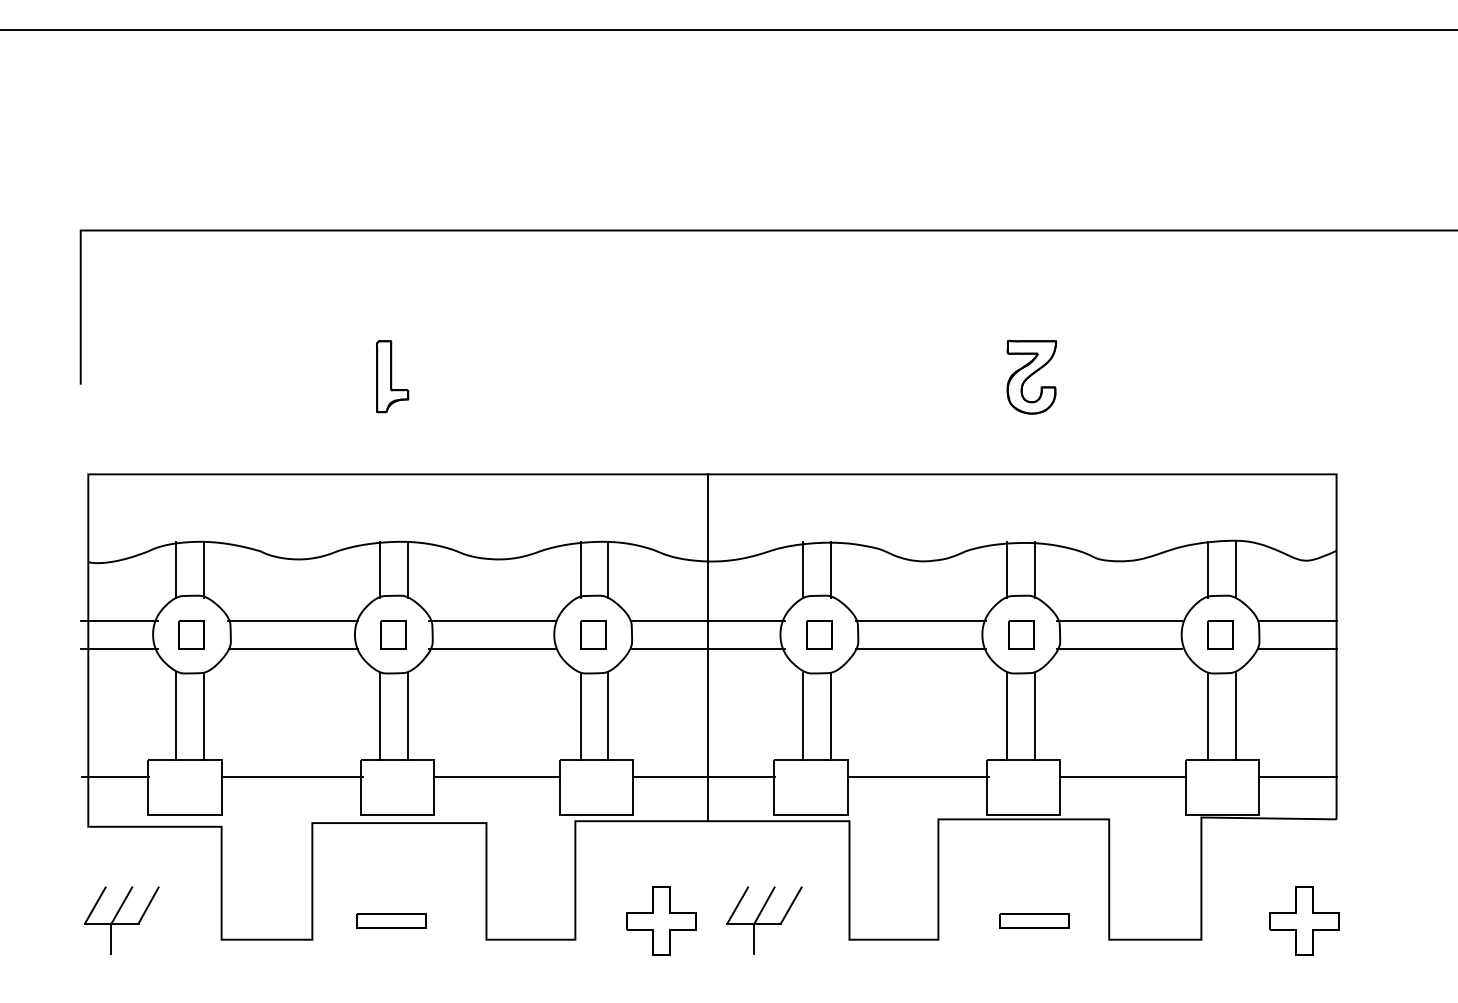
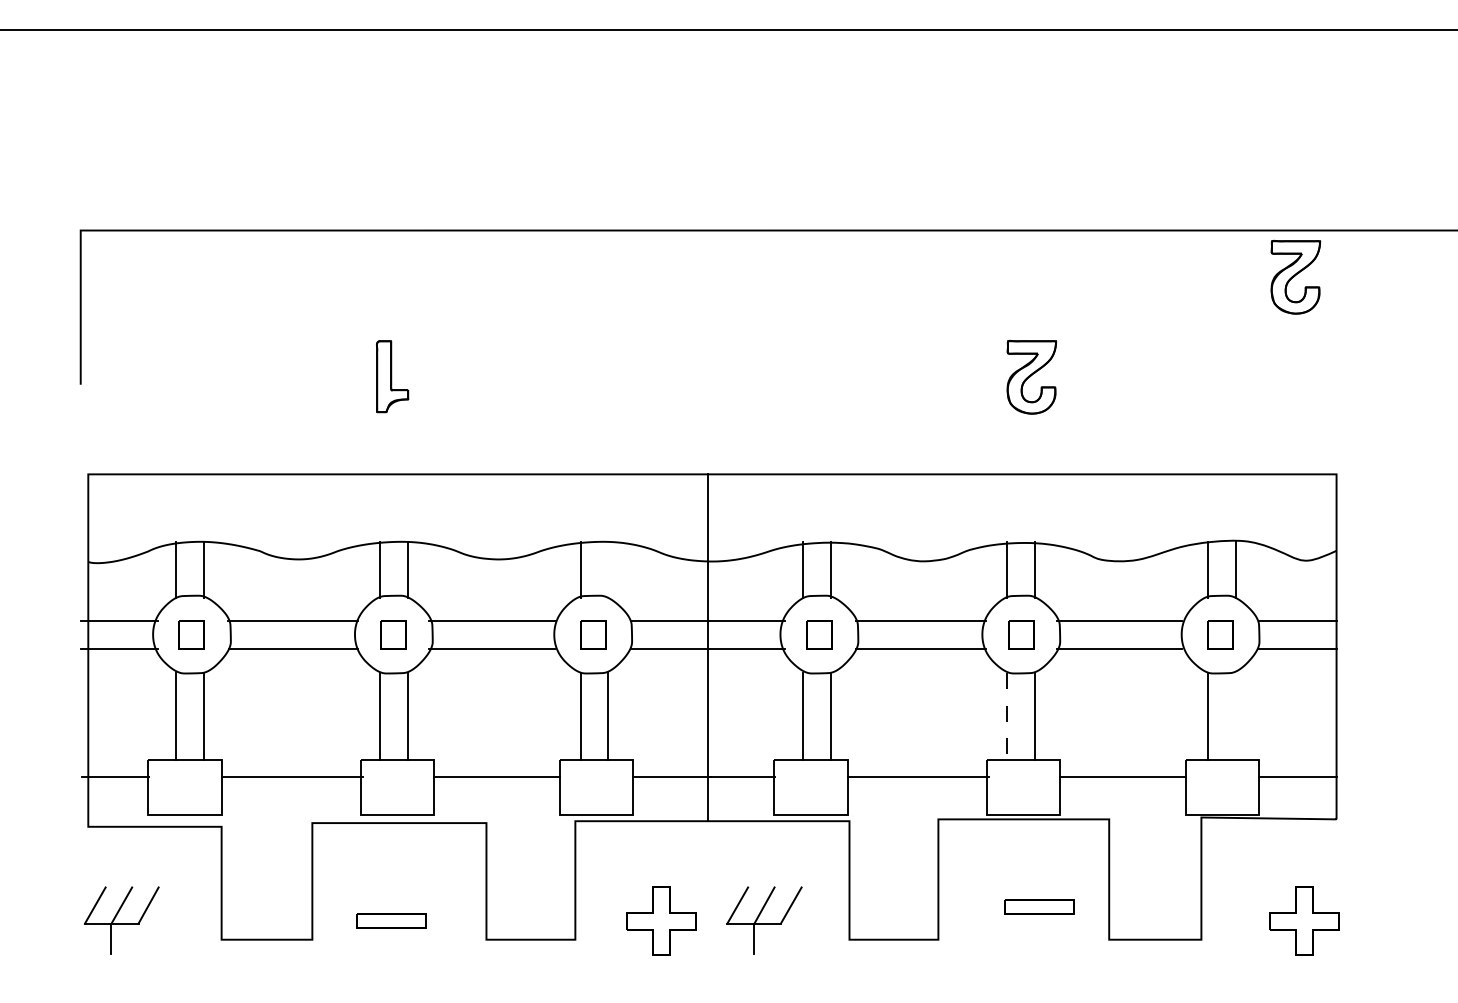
part at (1295, 276): none -> present
line at (608, 569): present -> none
line at (1235, 716): present -> none
line at (1007, 717): solid -> dashed
part at (1034, 920) position: (1034, 920) -> (1039, 906)
